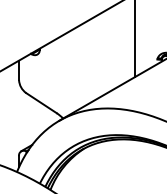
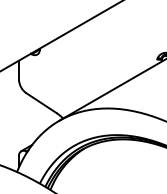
line at (135, 39): present -> none
